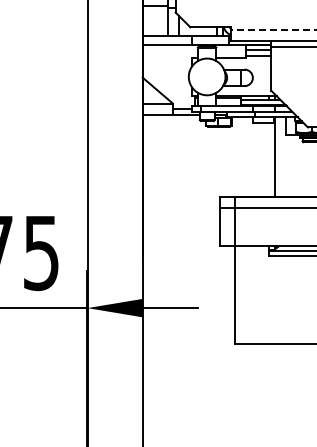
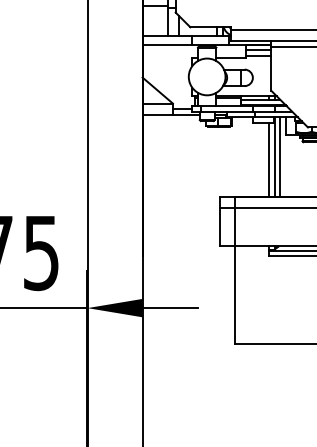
line at (273, 30): dashed -> solid
line at (280, 157): none -> present
line at (269, 159): none -> present
